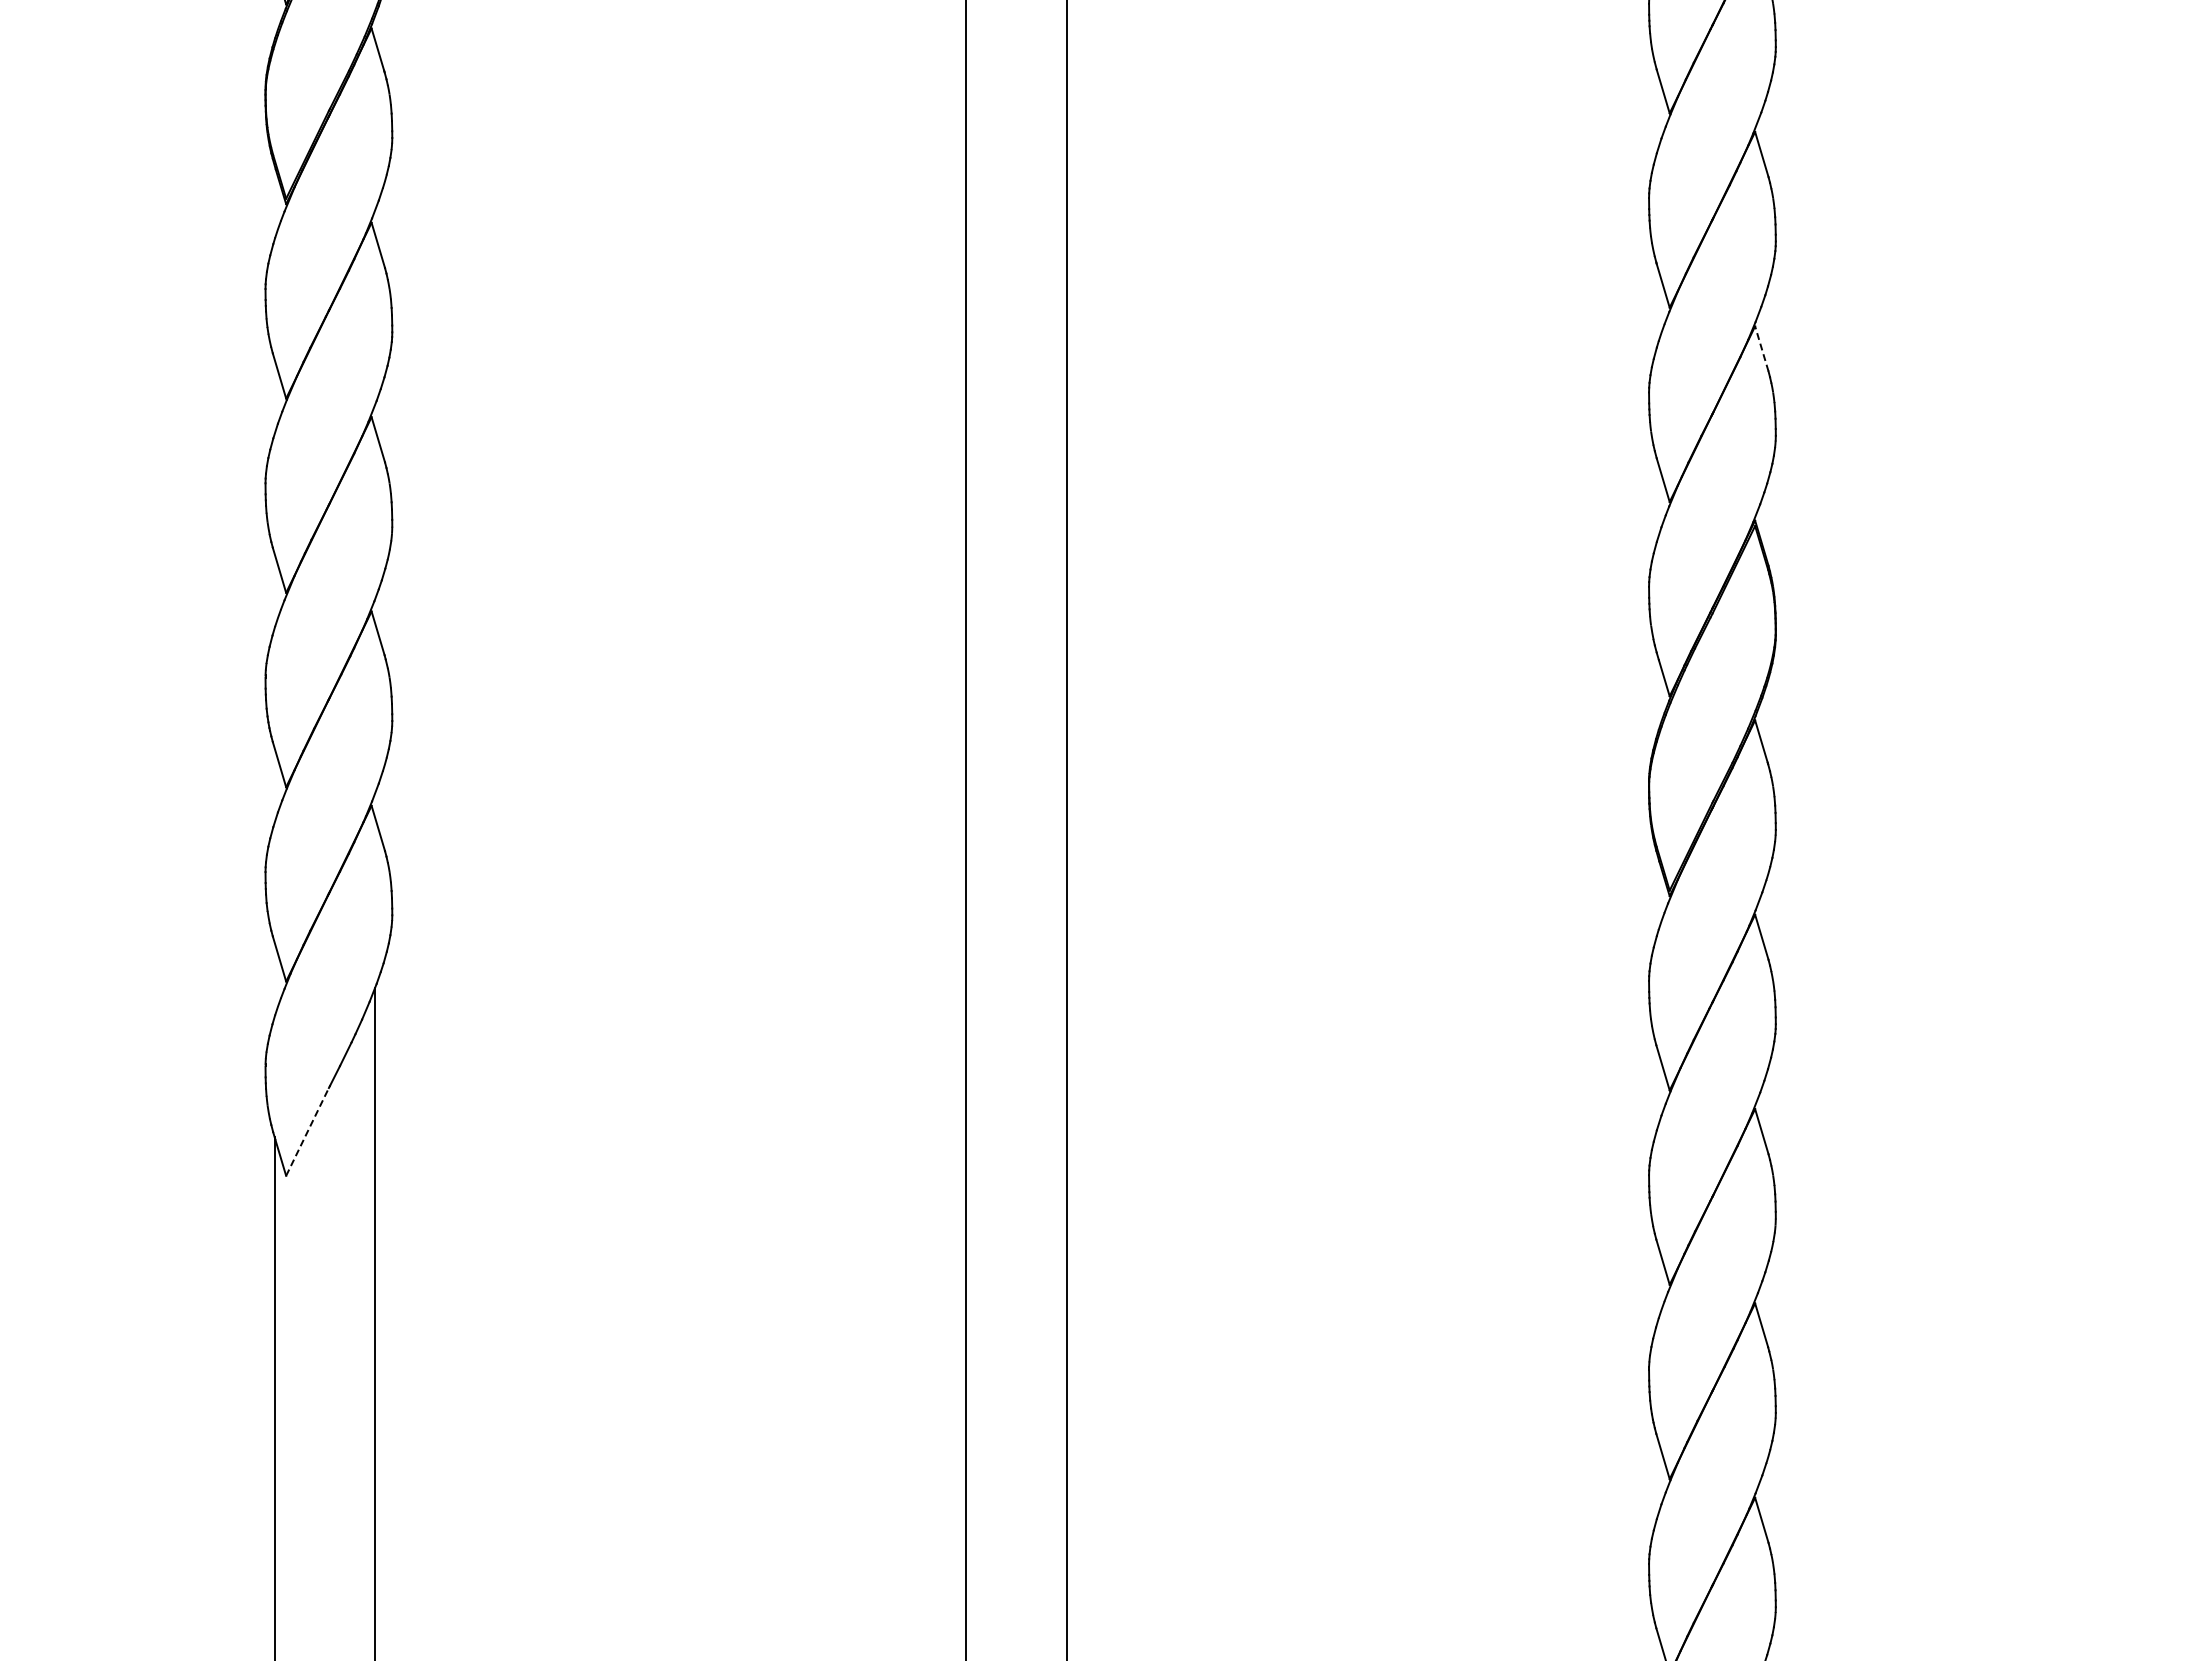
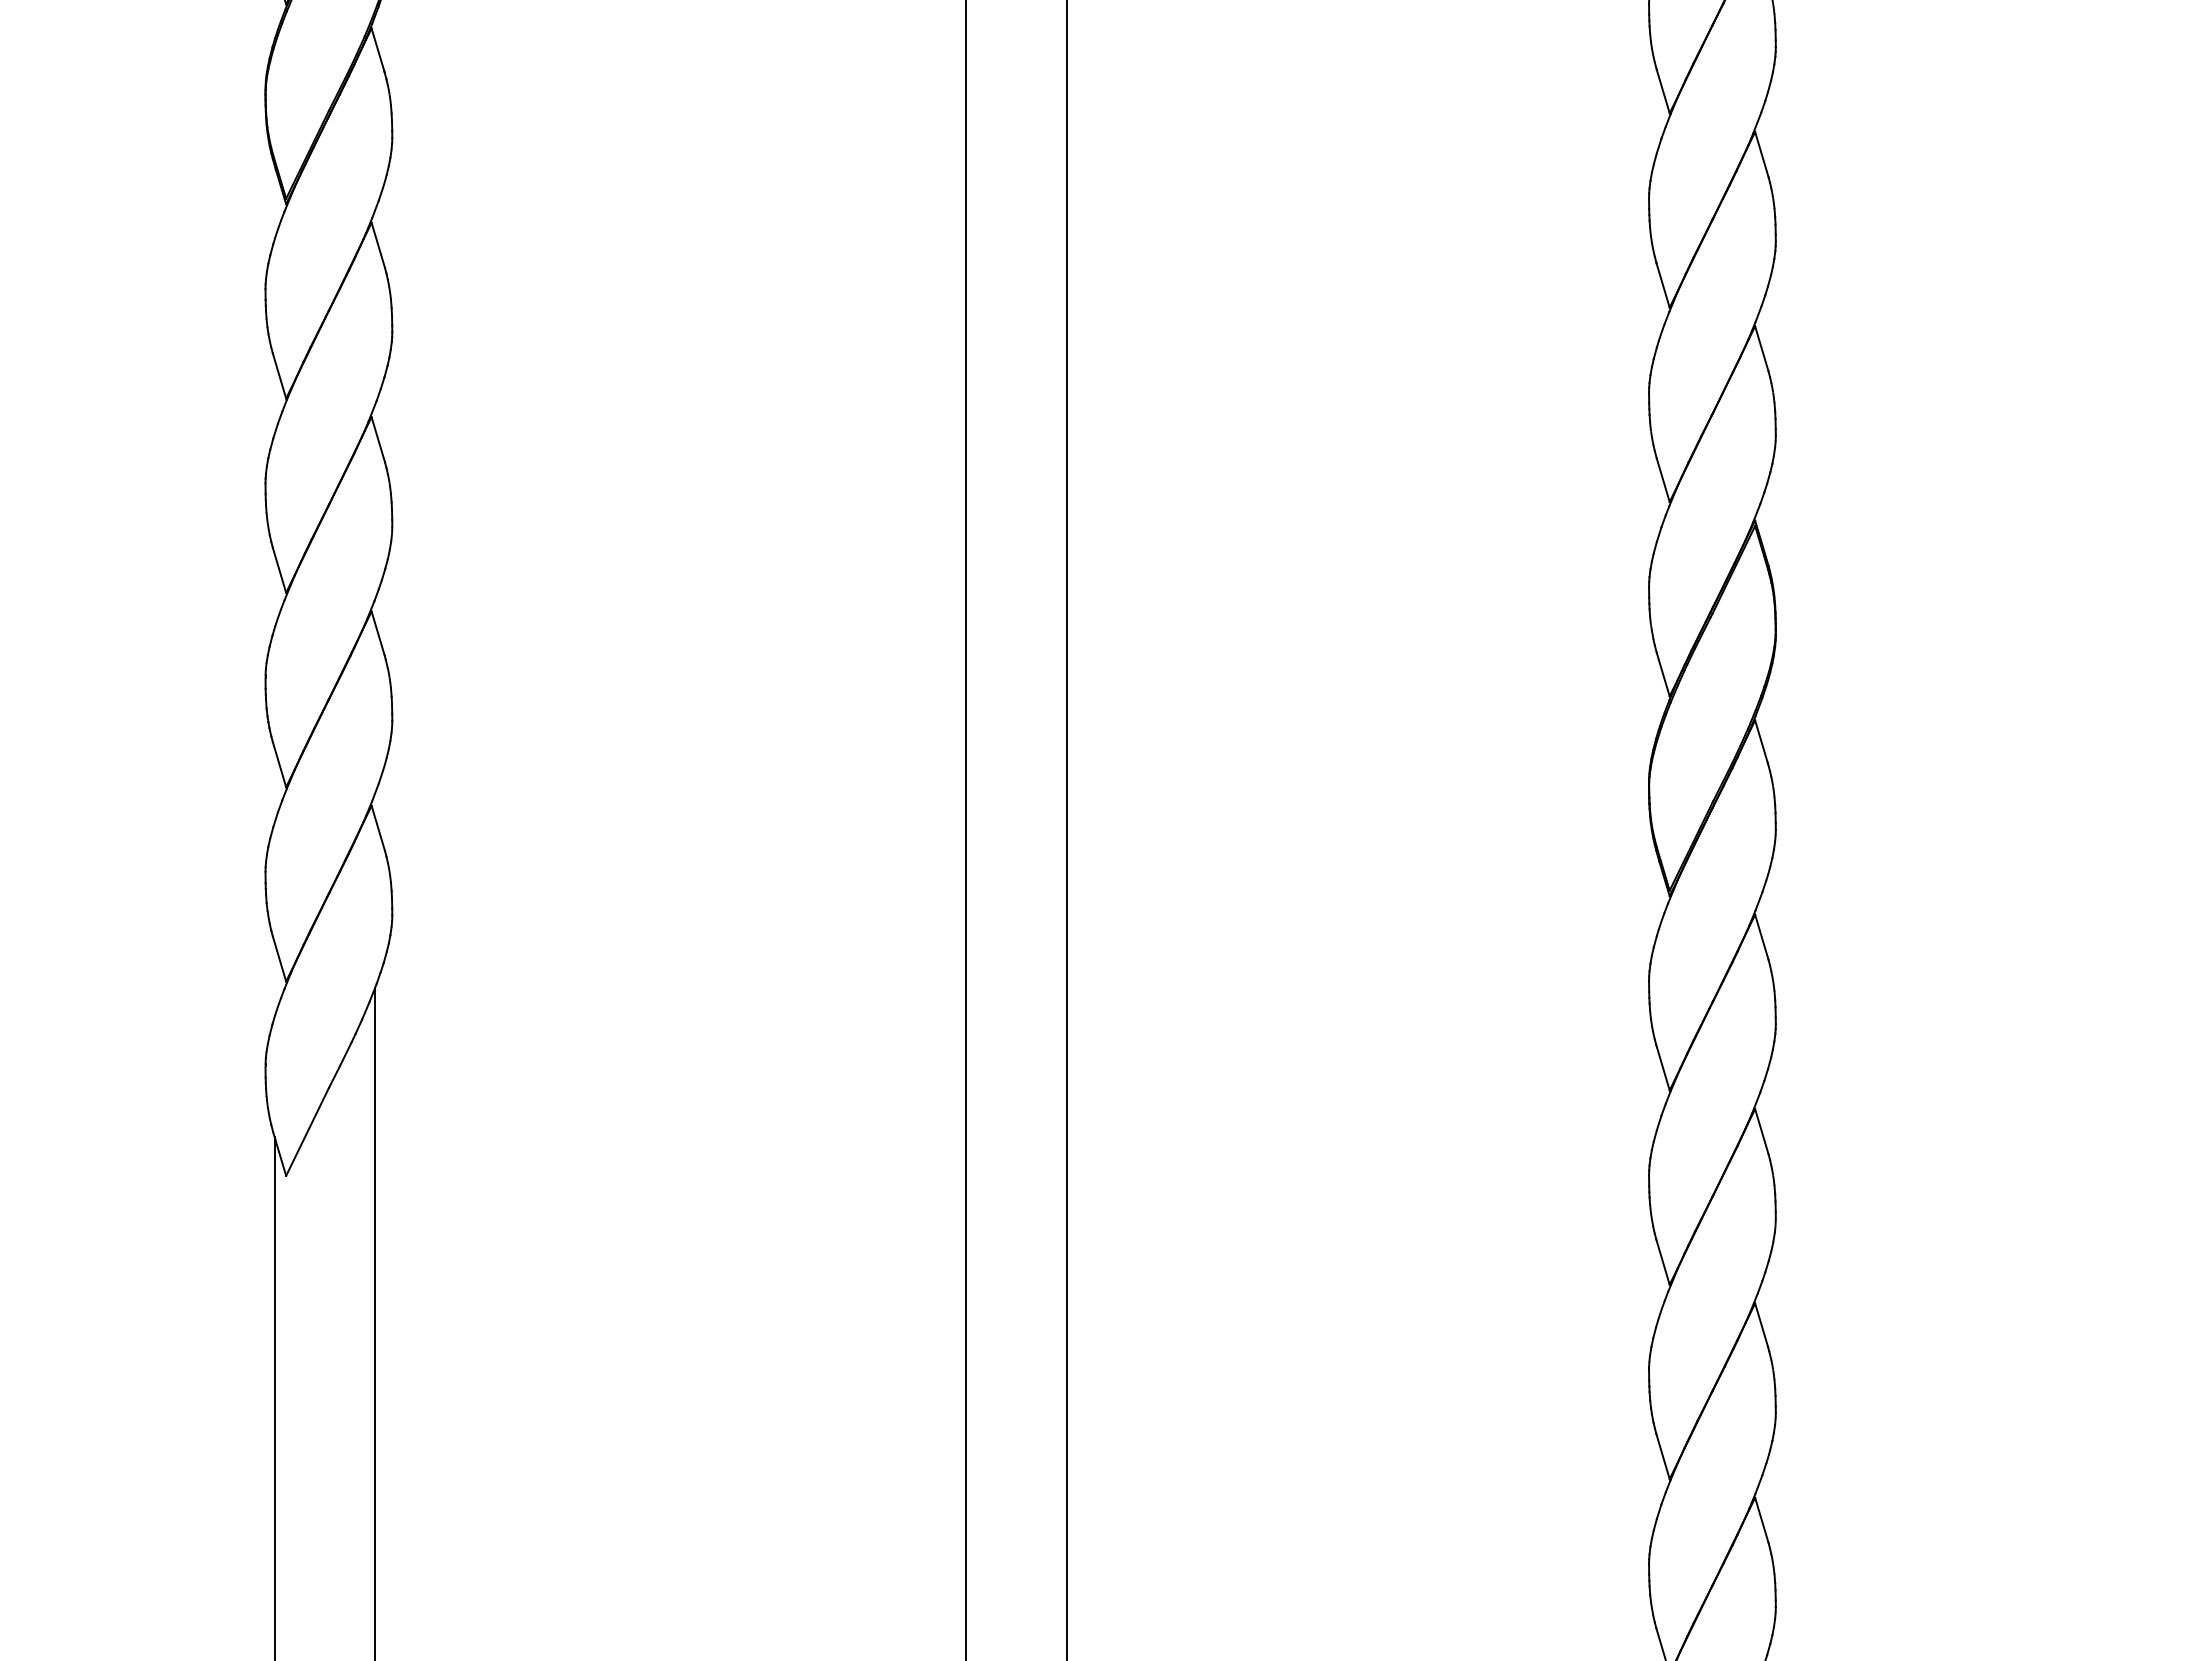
line at (1761, 348): dashed -> solid
line at (307, 1131): dashed -> solid
